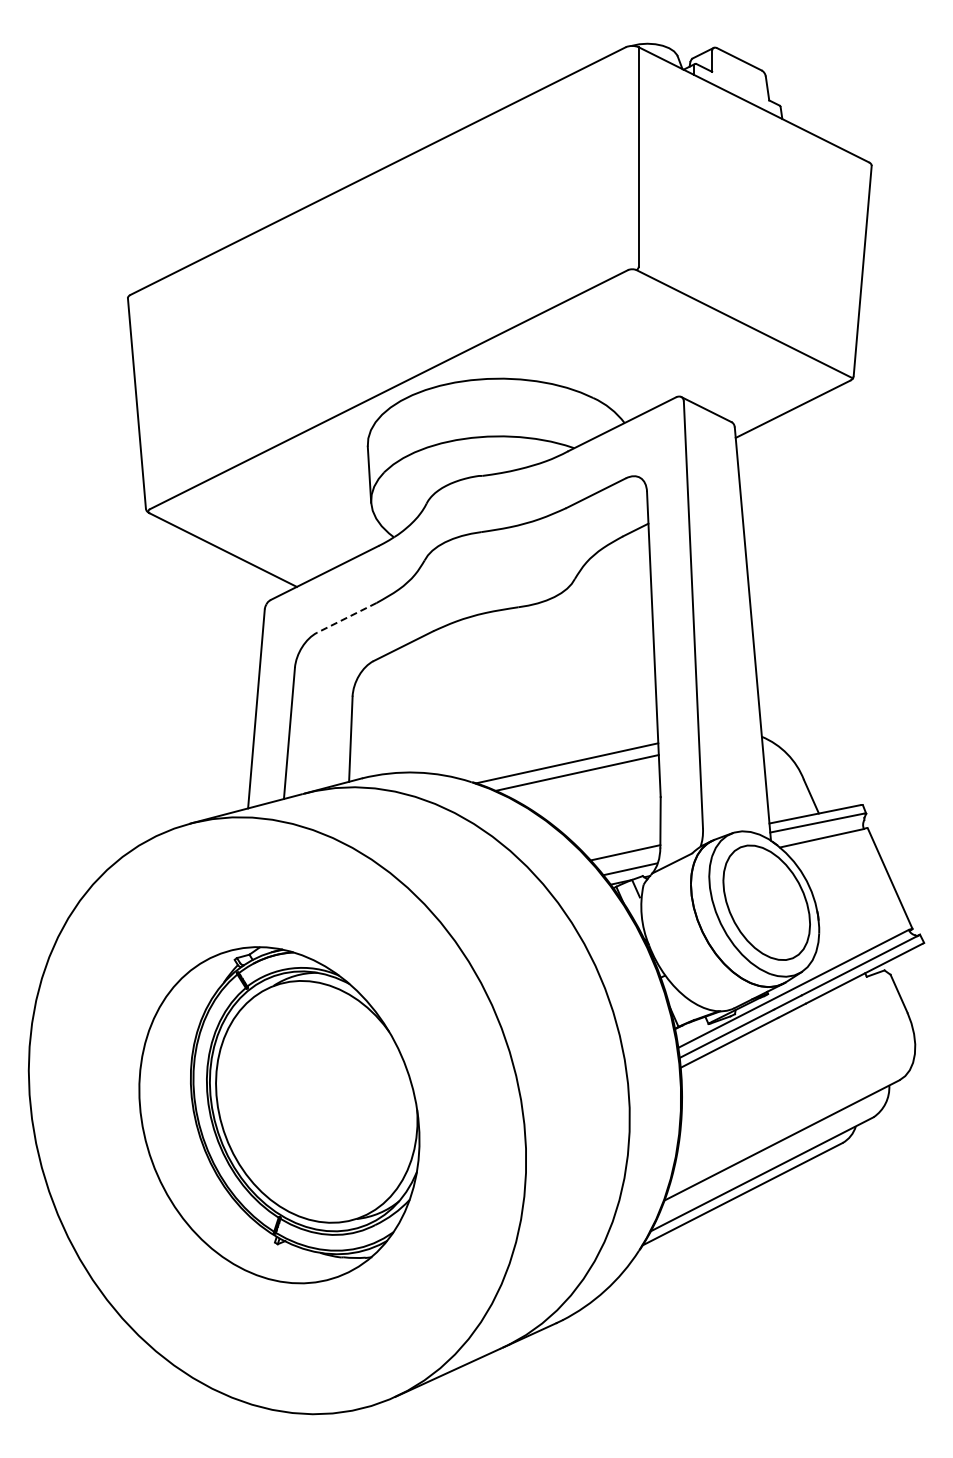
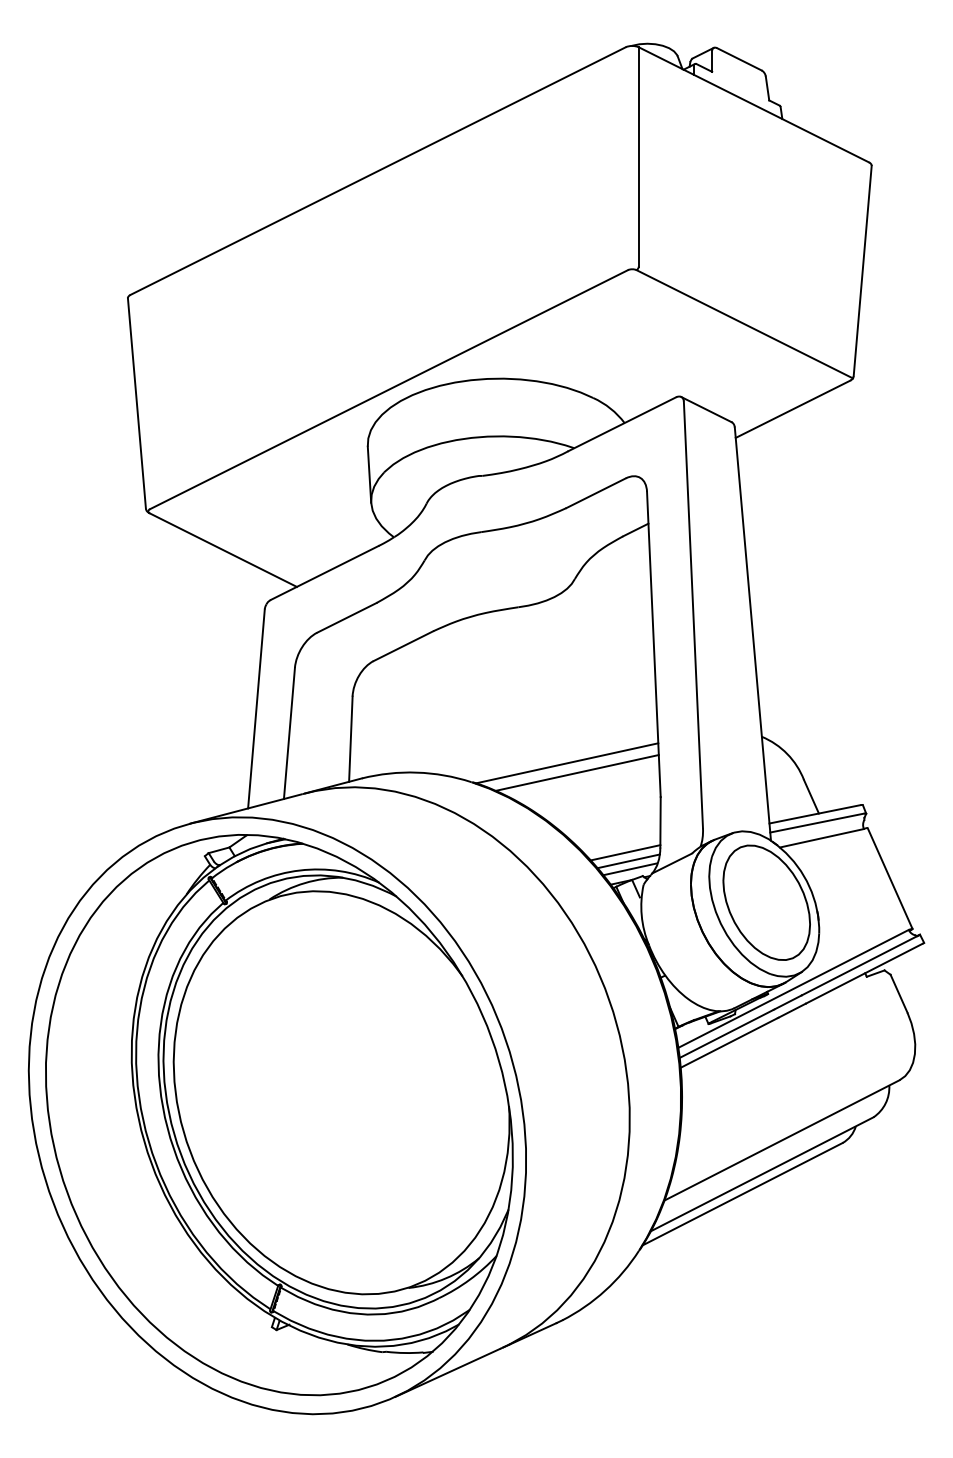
line at (346, 618): dashed -> solid
line at (628, 861): none -> present
part at (279, 1115) size: 283x339 px -> 469x563 px
